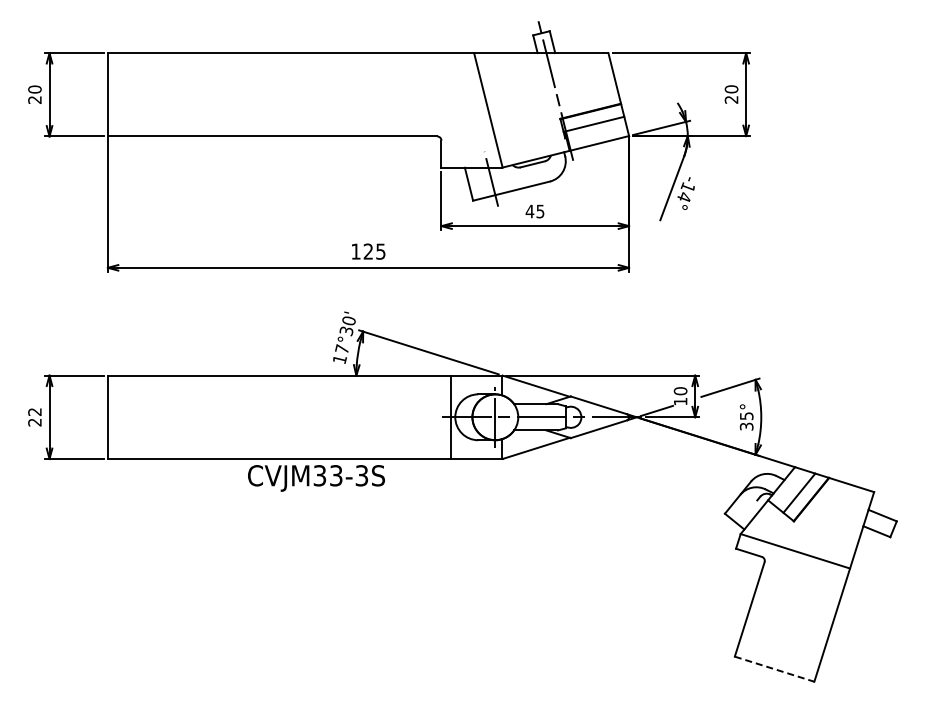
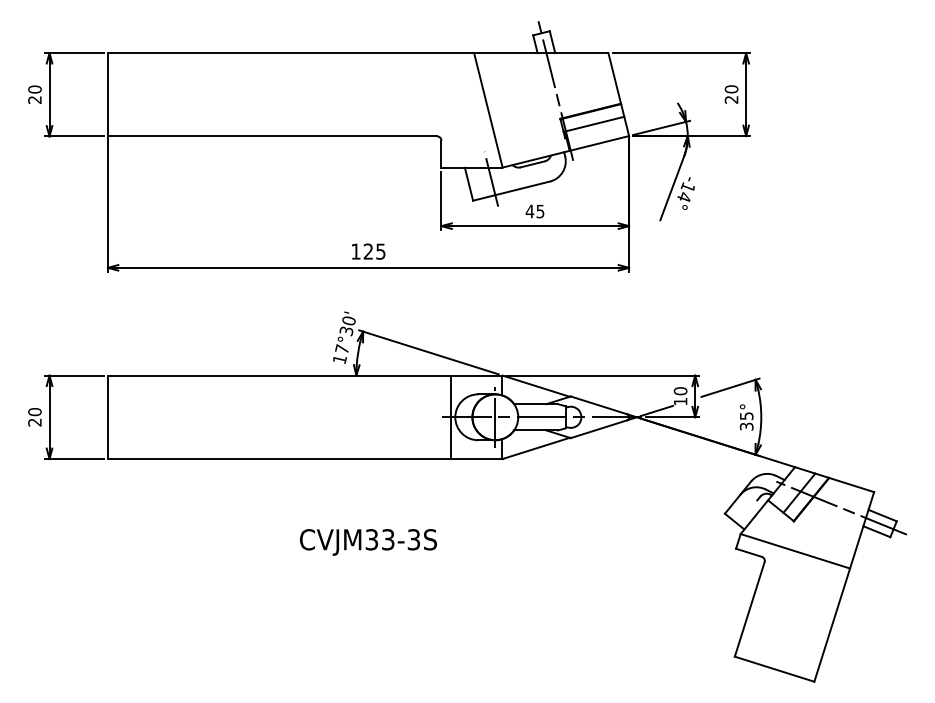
text at (34, 412): 22 -> 20
text at (316, 478) position: (316, 478) -> (368, 542)
line at (841, 507): none -> present
line at (774, 669): dashed -> solid
